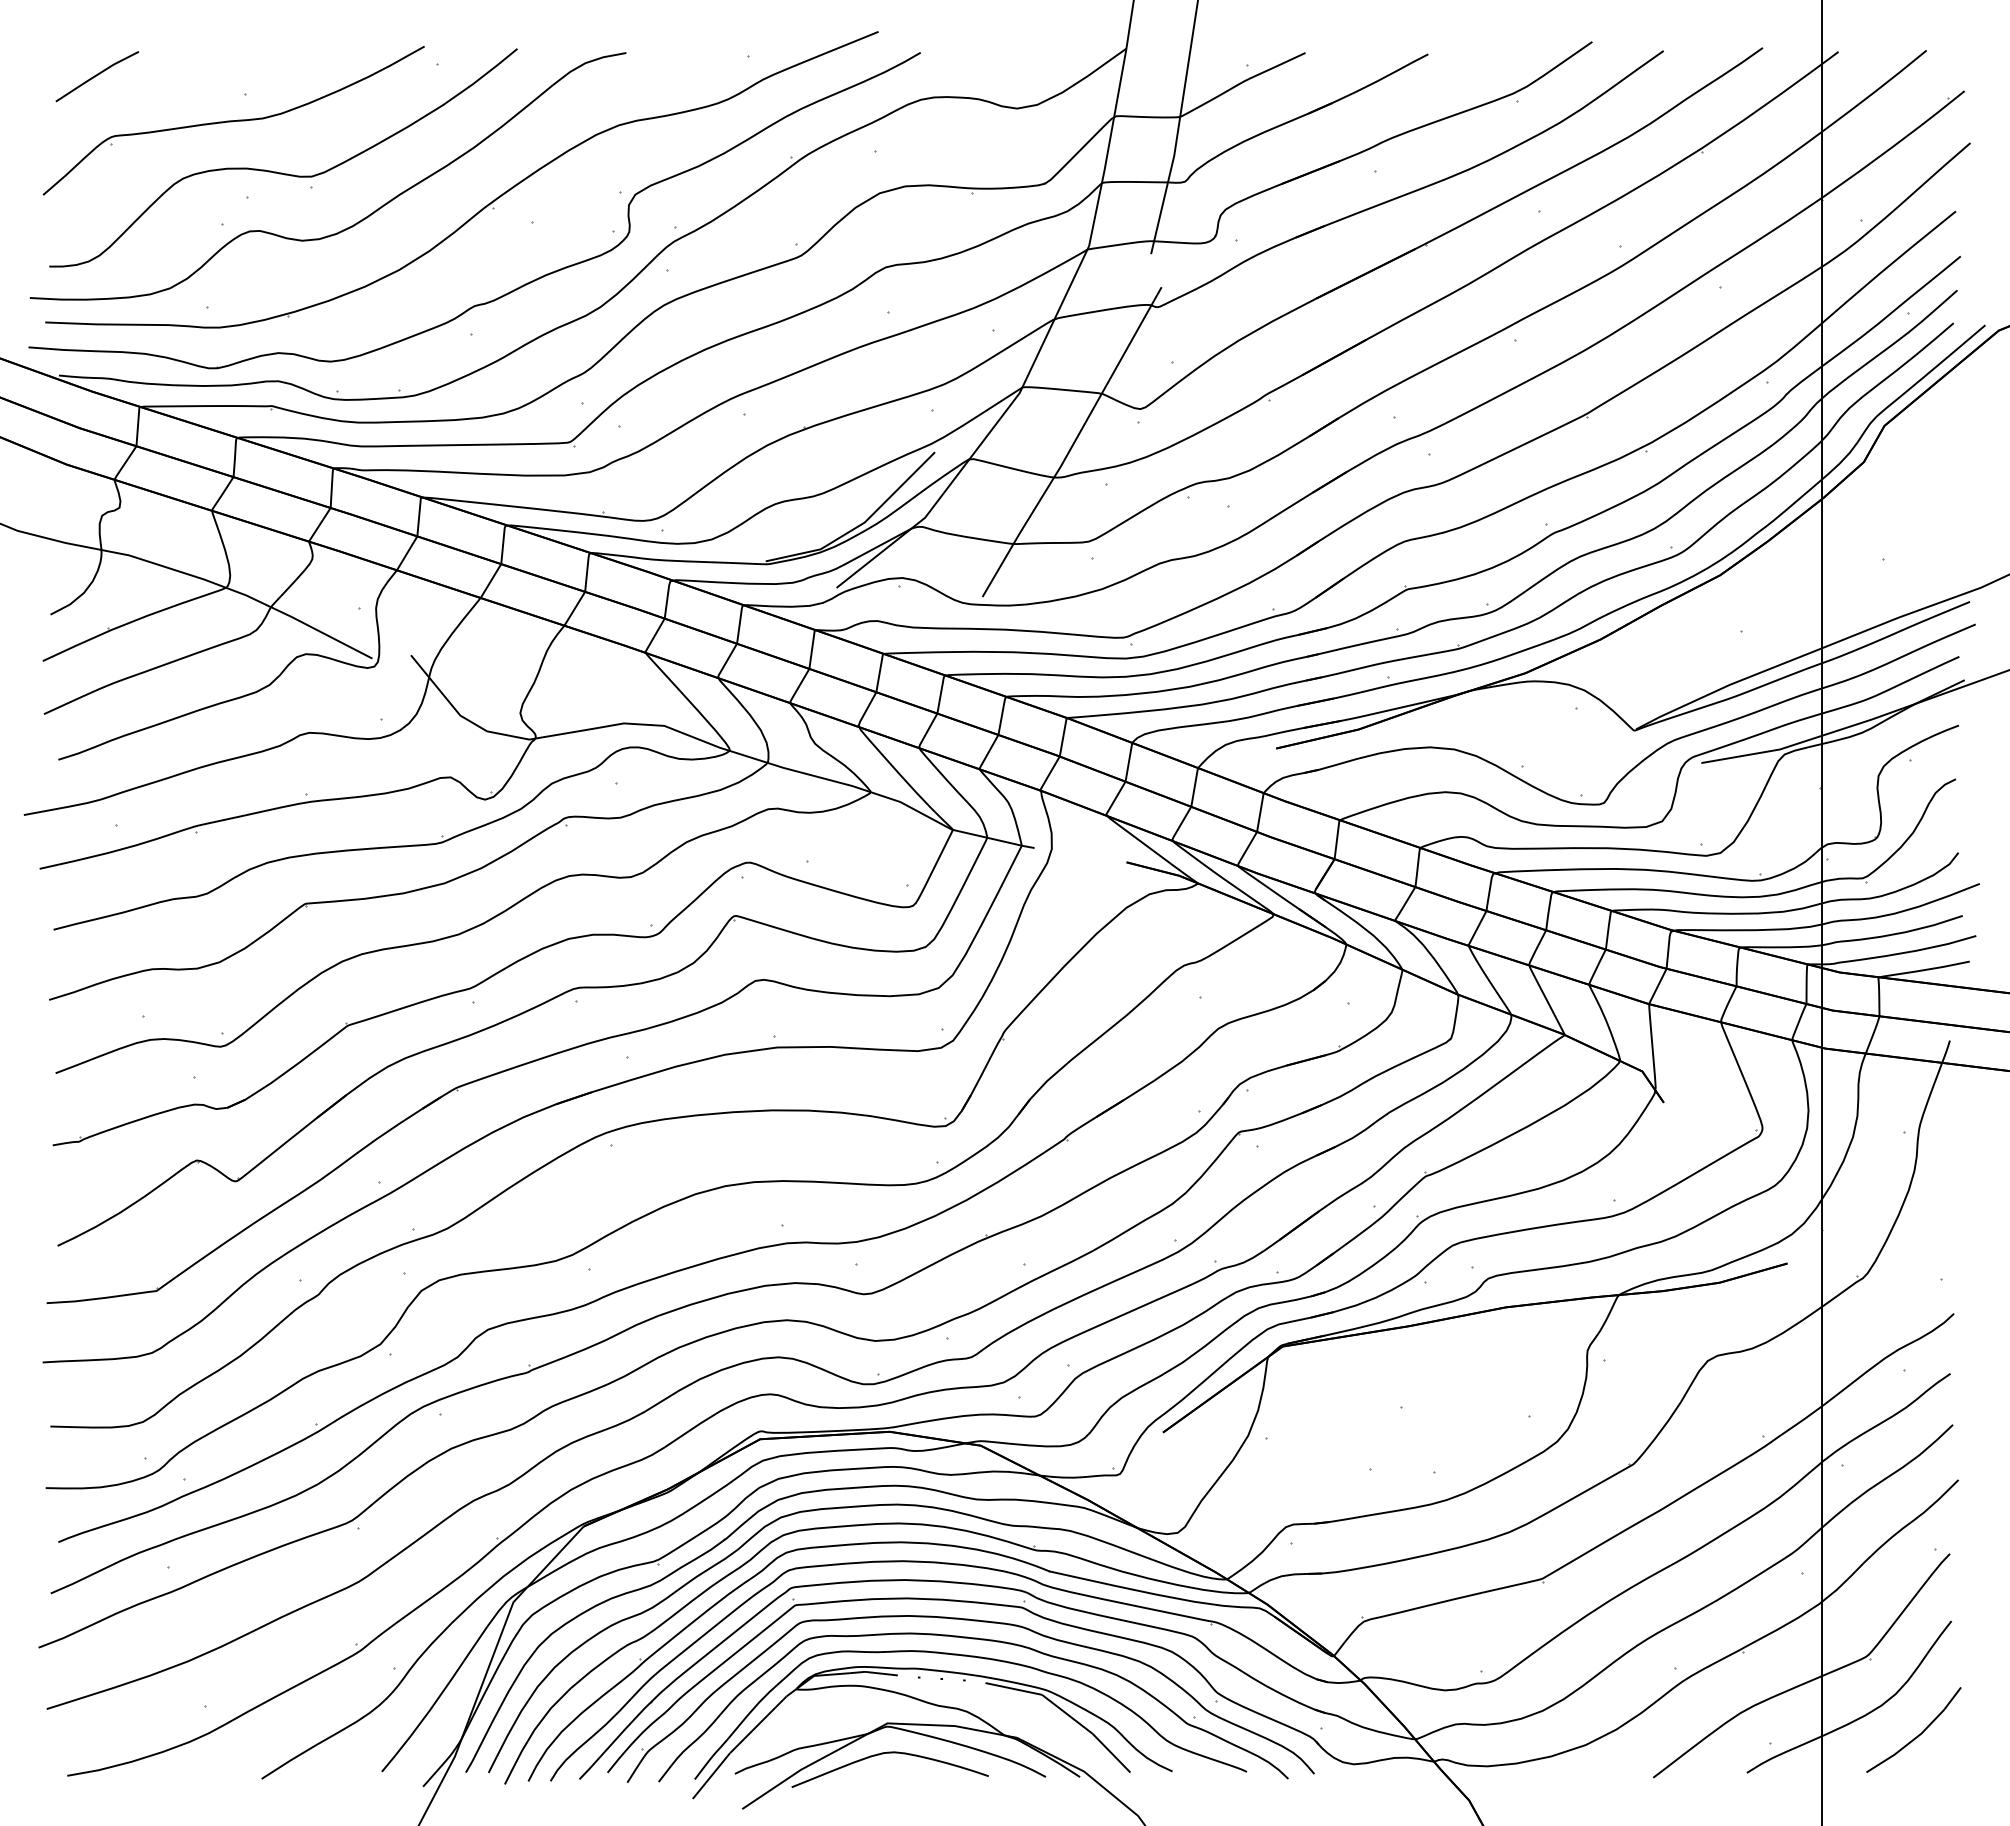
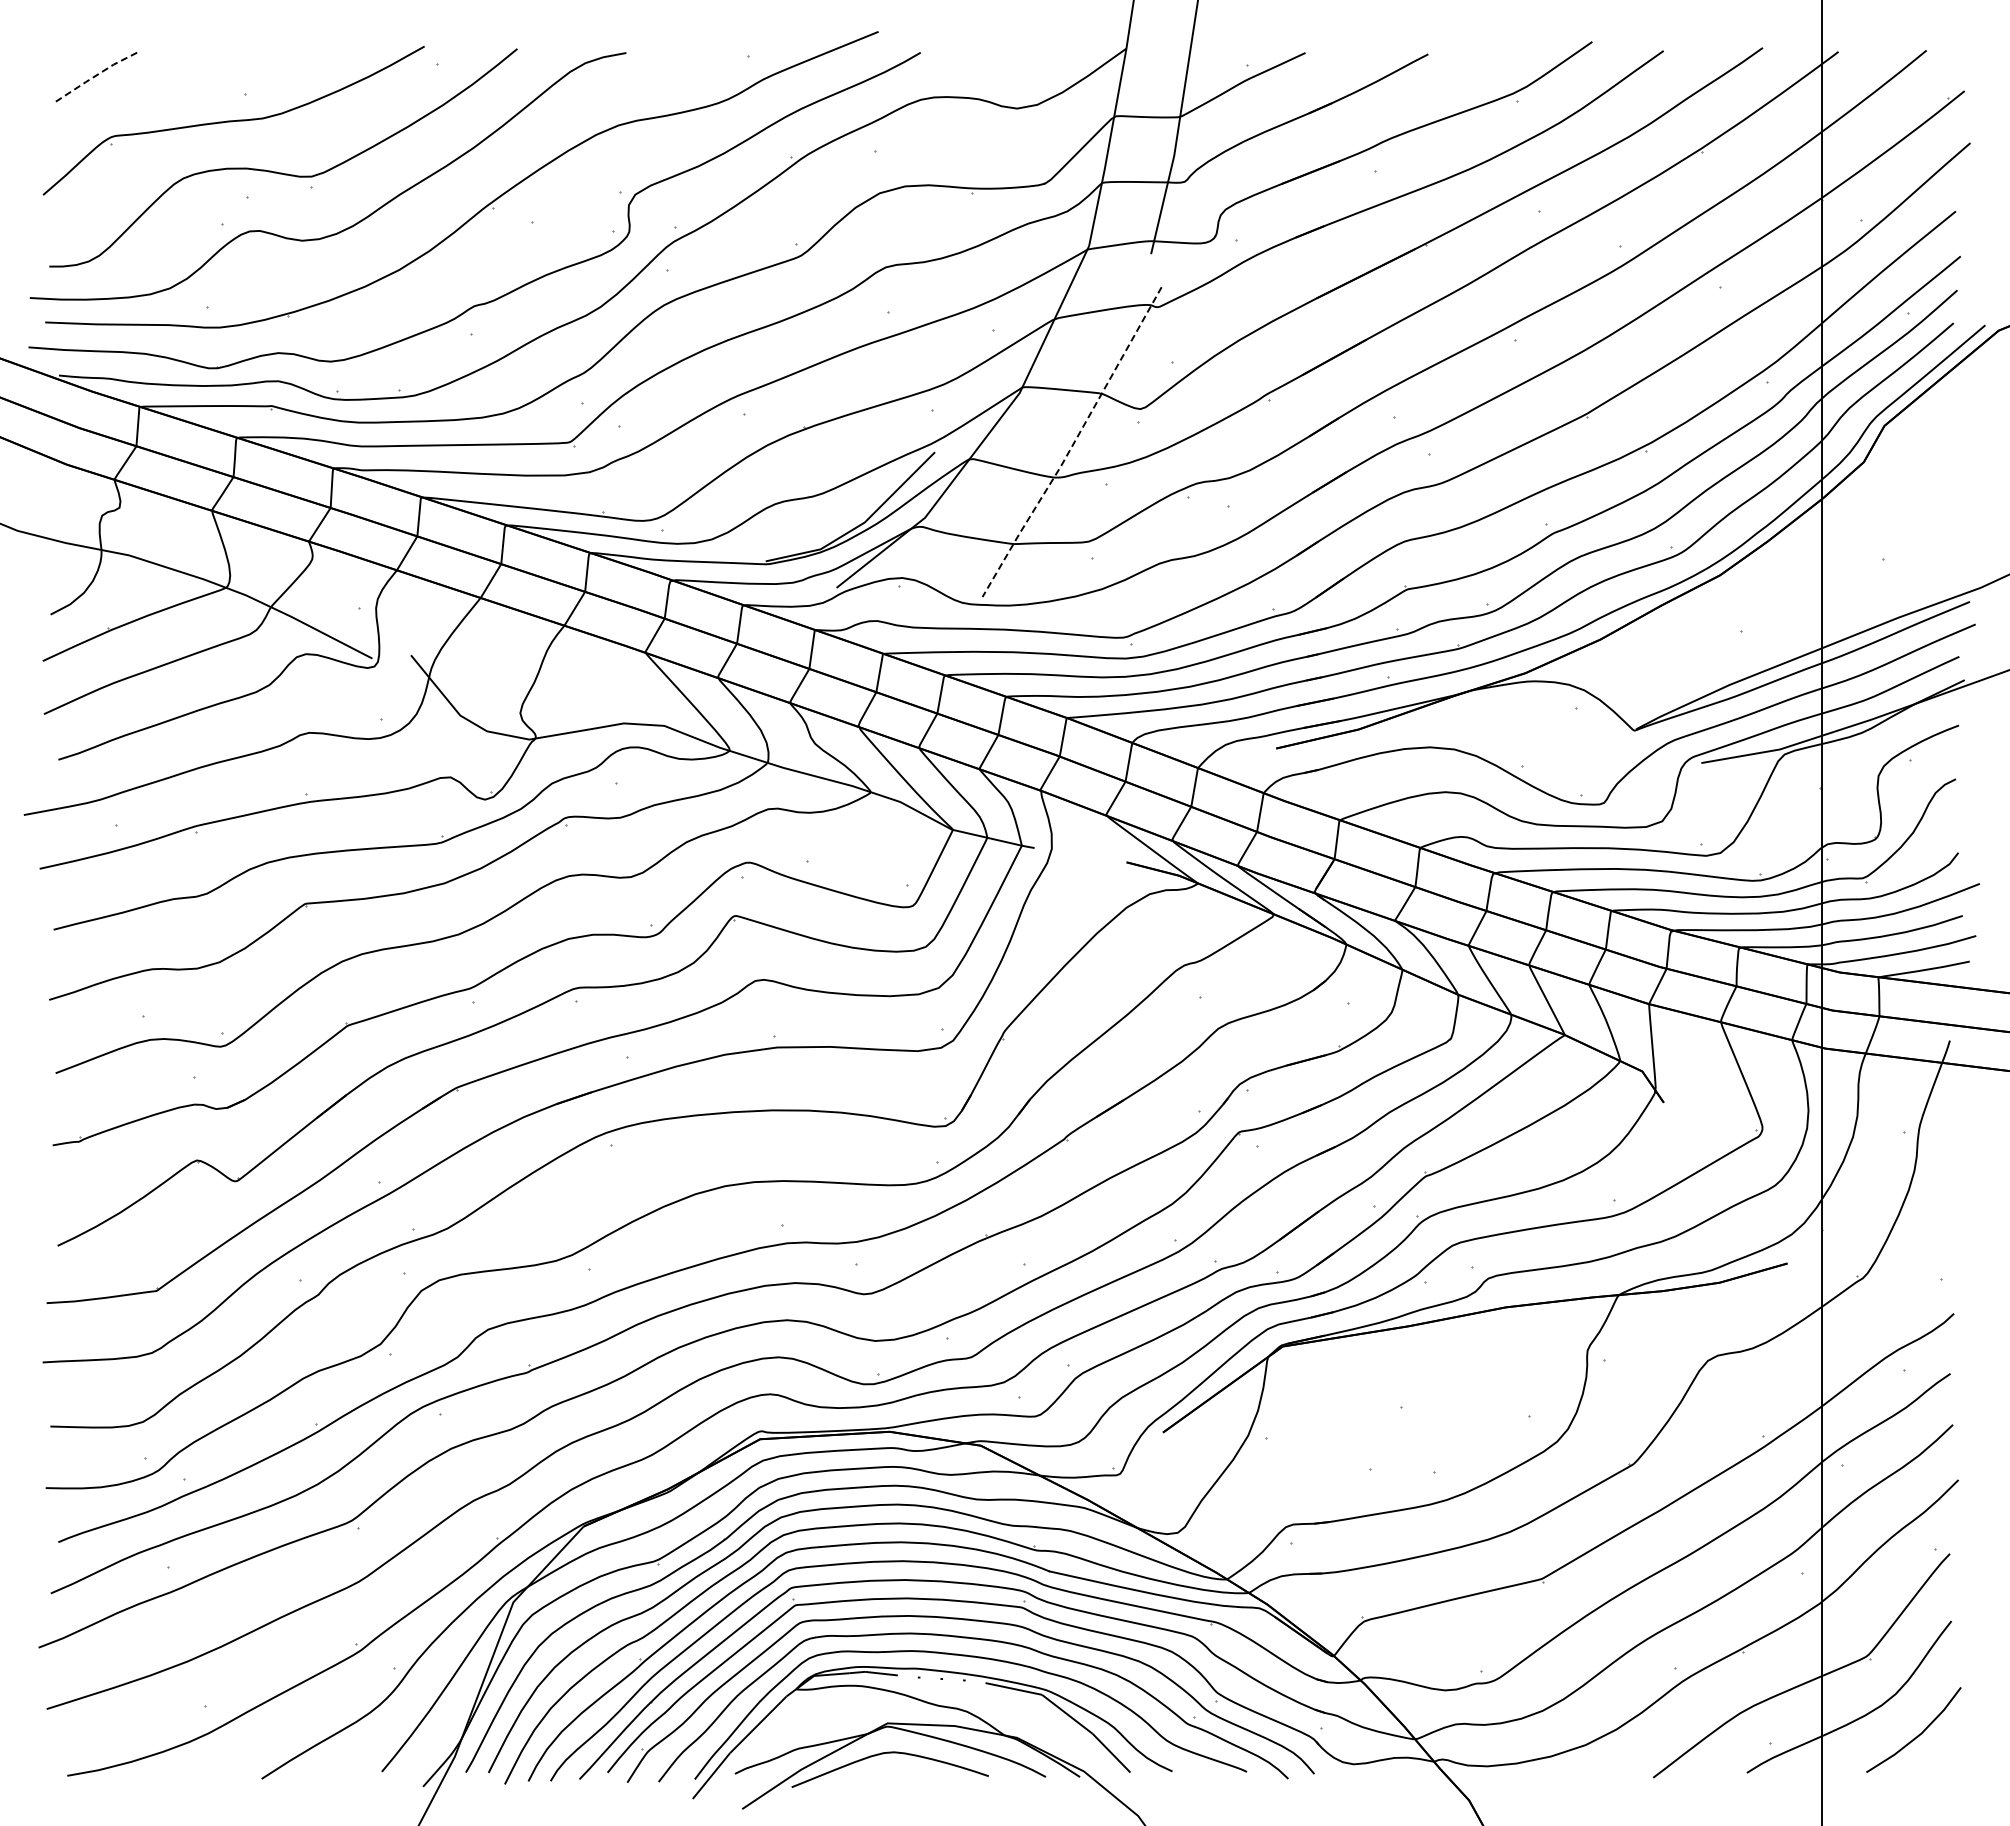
line at (96, 75): solid -> dashed
line at (1073, 444): solid -> dashed
